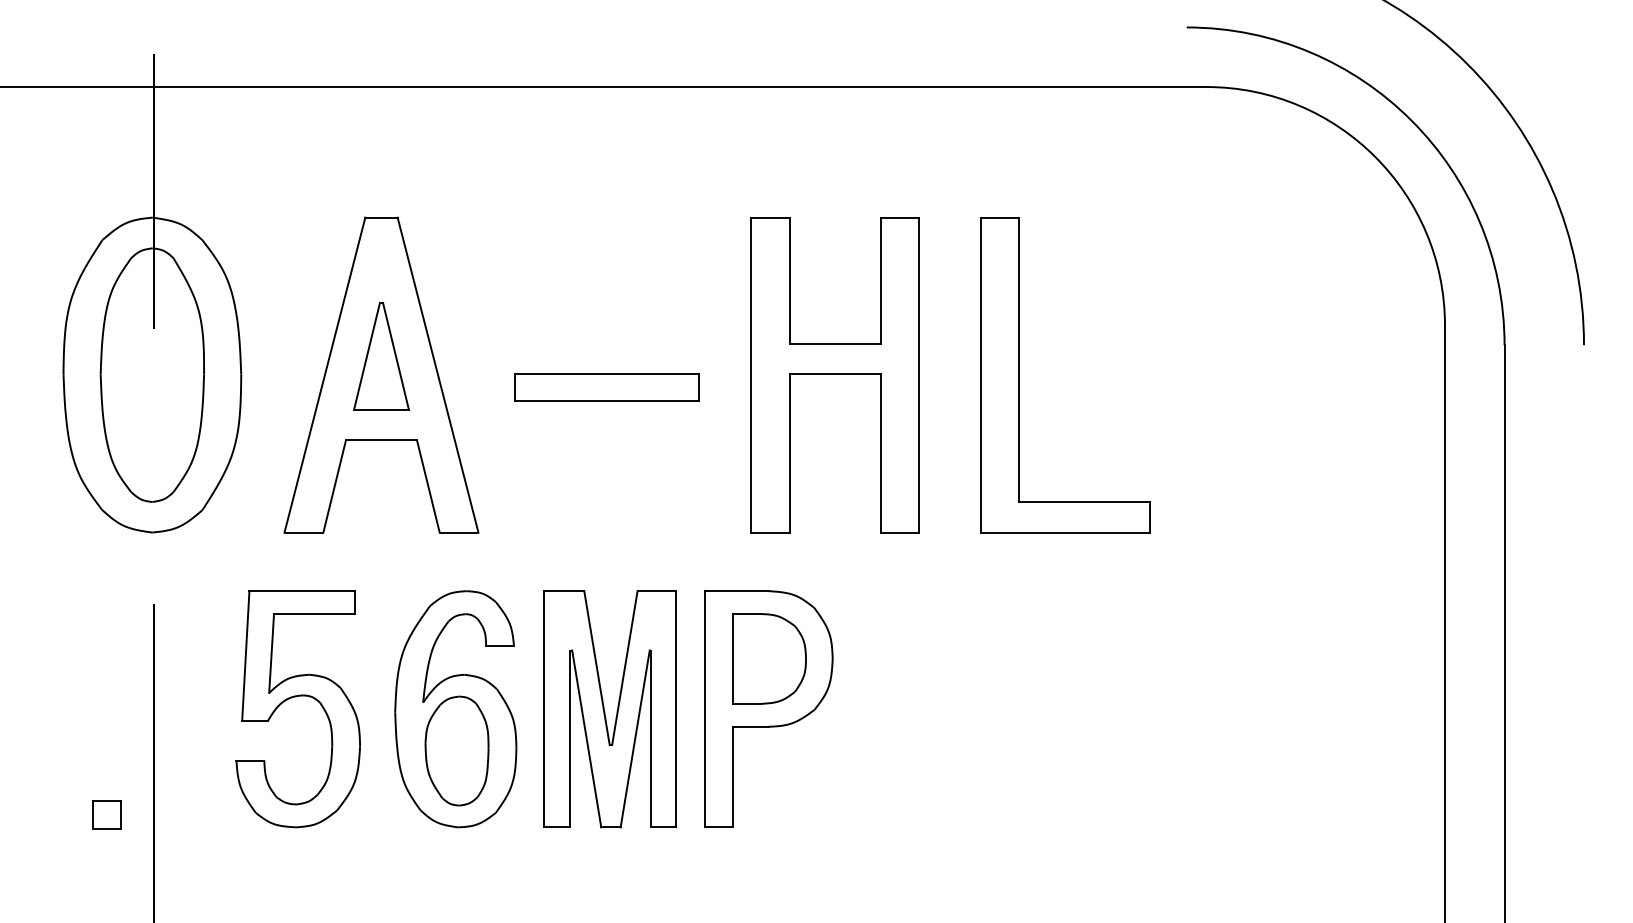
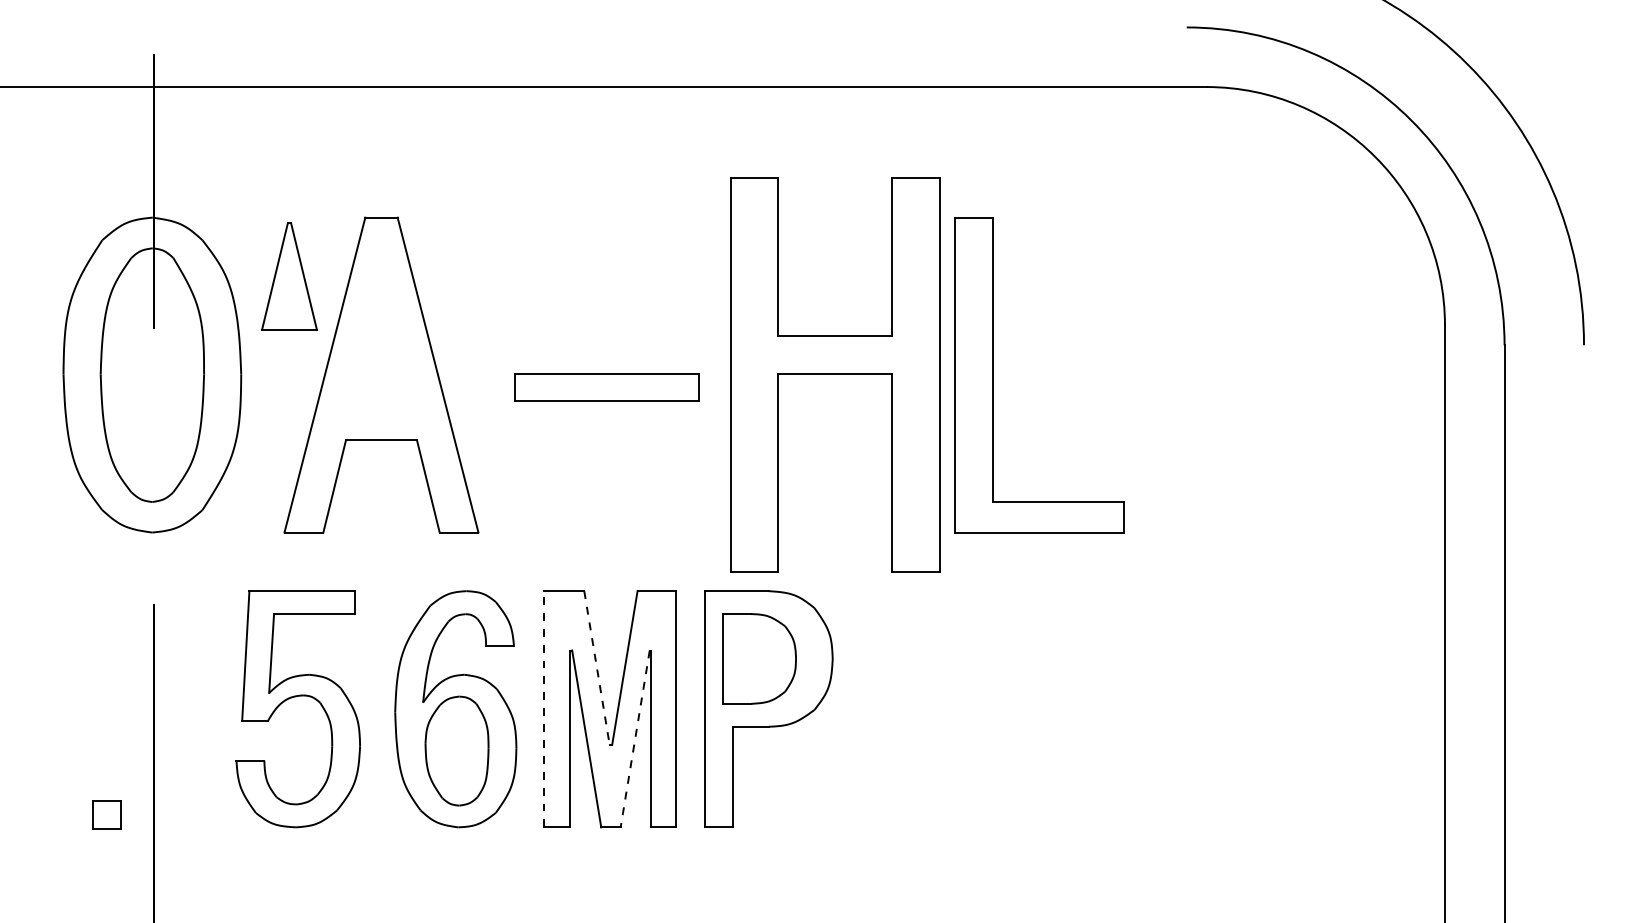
part at (381, 356) position: (381, 356) -> (289, 276)
part at (834, 375) size: 170x317 px -> 211x396 px
part at (1019, 375) position: (1019, 375) -> (993, 375)
part at (769, 658) position: (769, 658) -> (759, 658)
line at (597, 668): solid -> dashed
line at (543, 708): solid -> dashed
line at (635, 738): solid -> dashed
